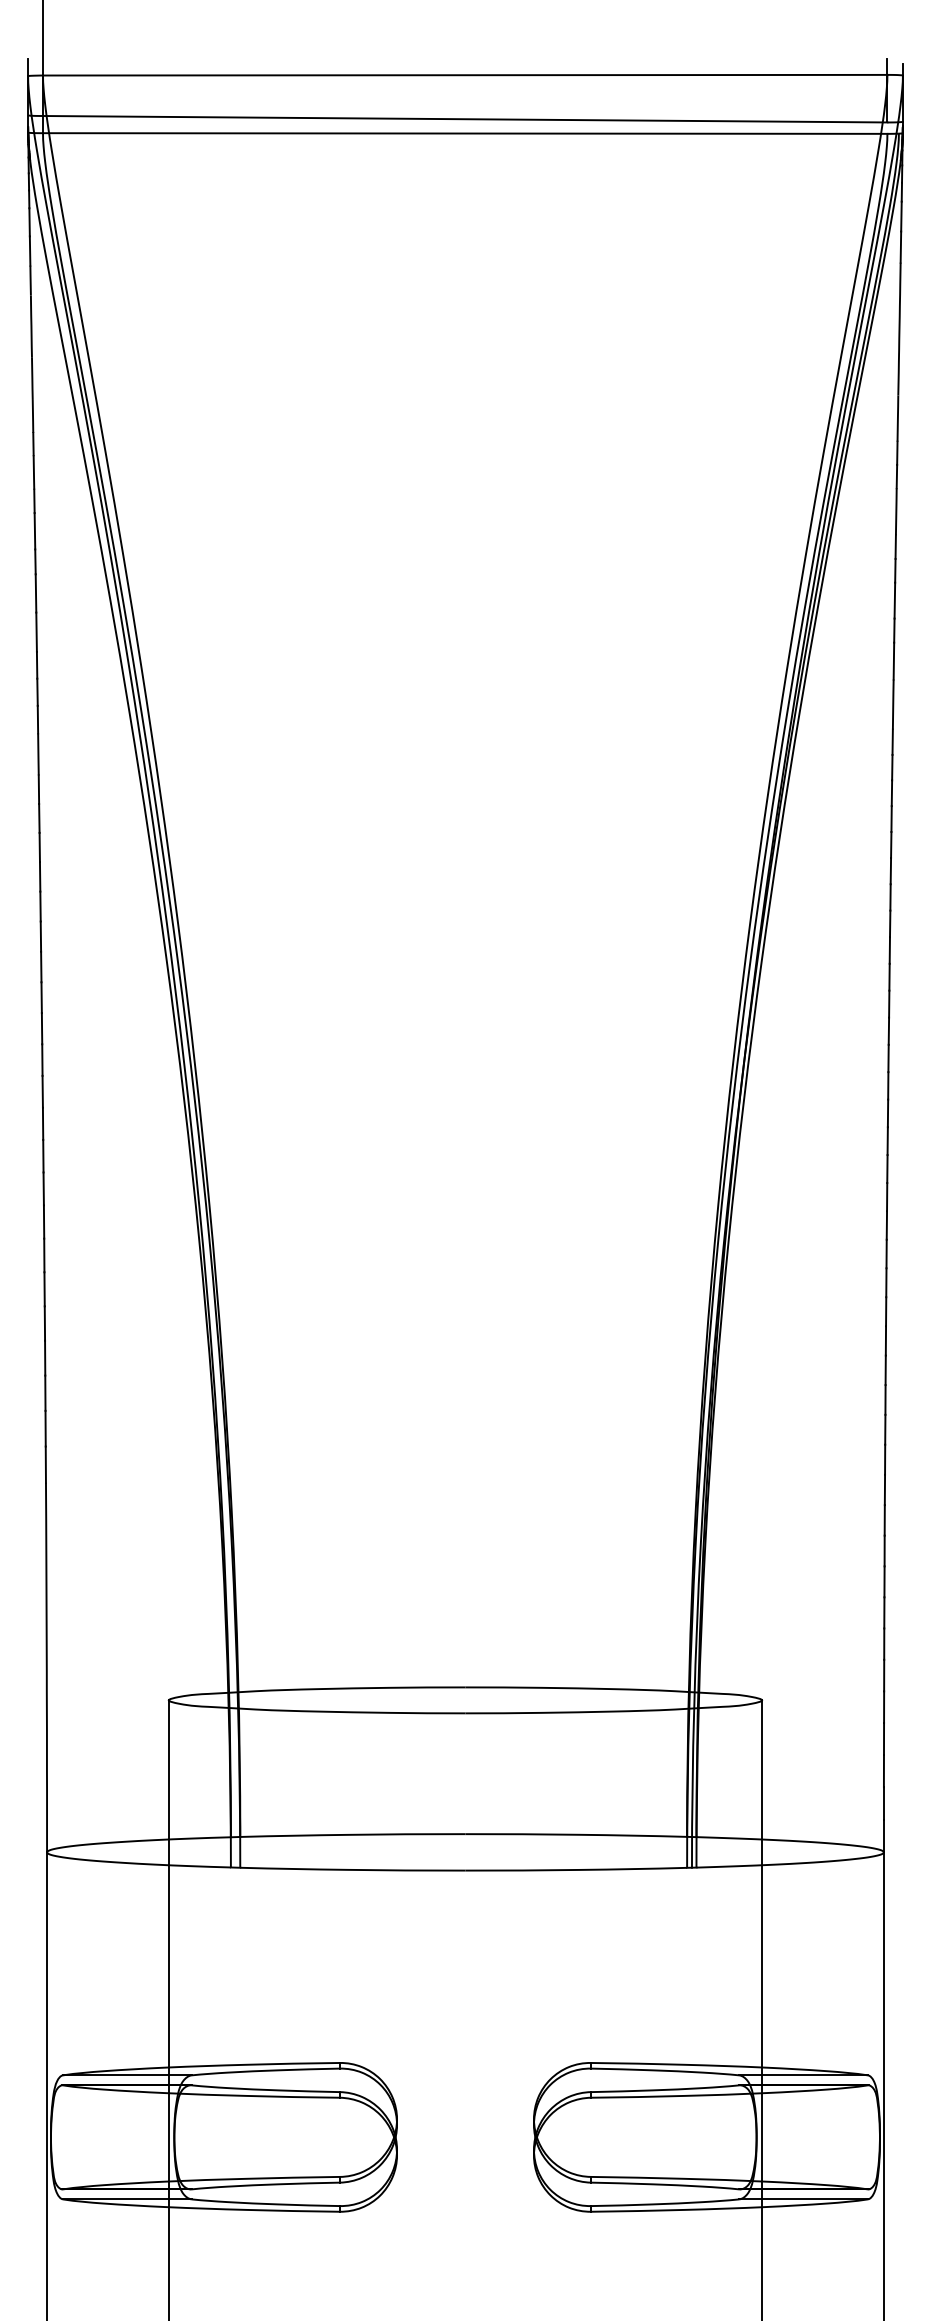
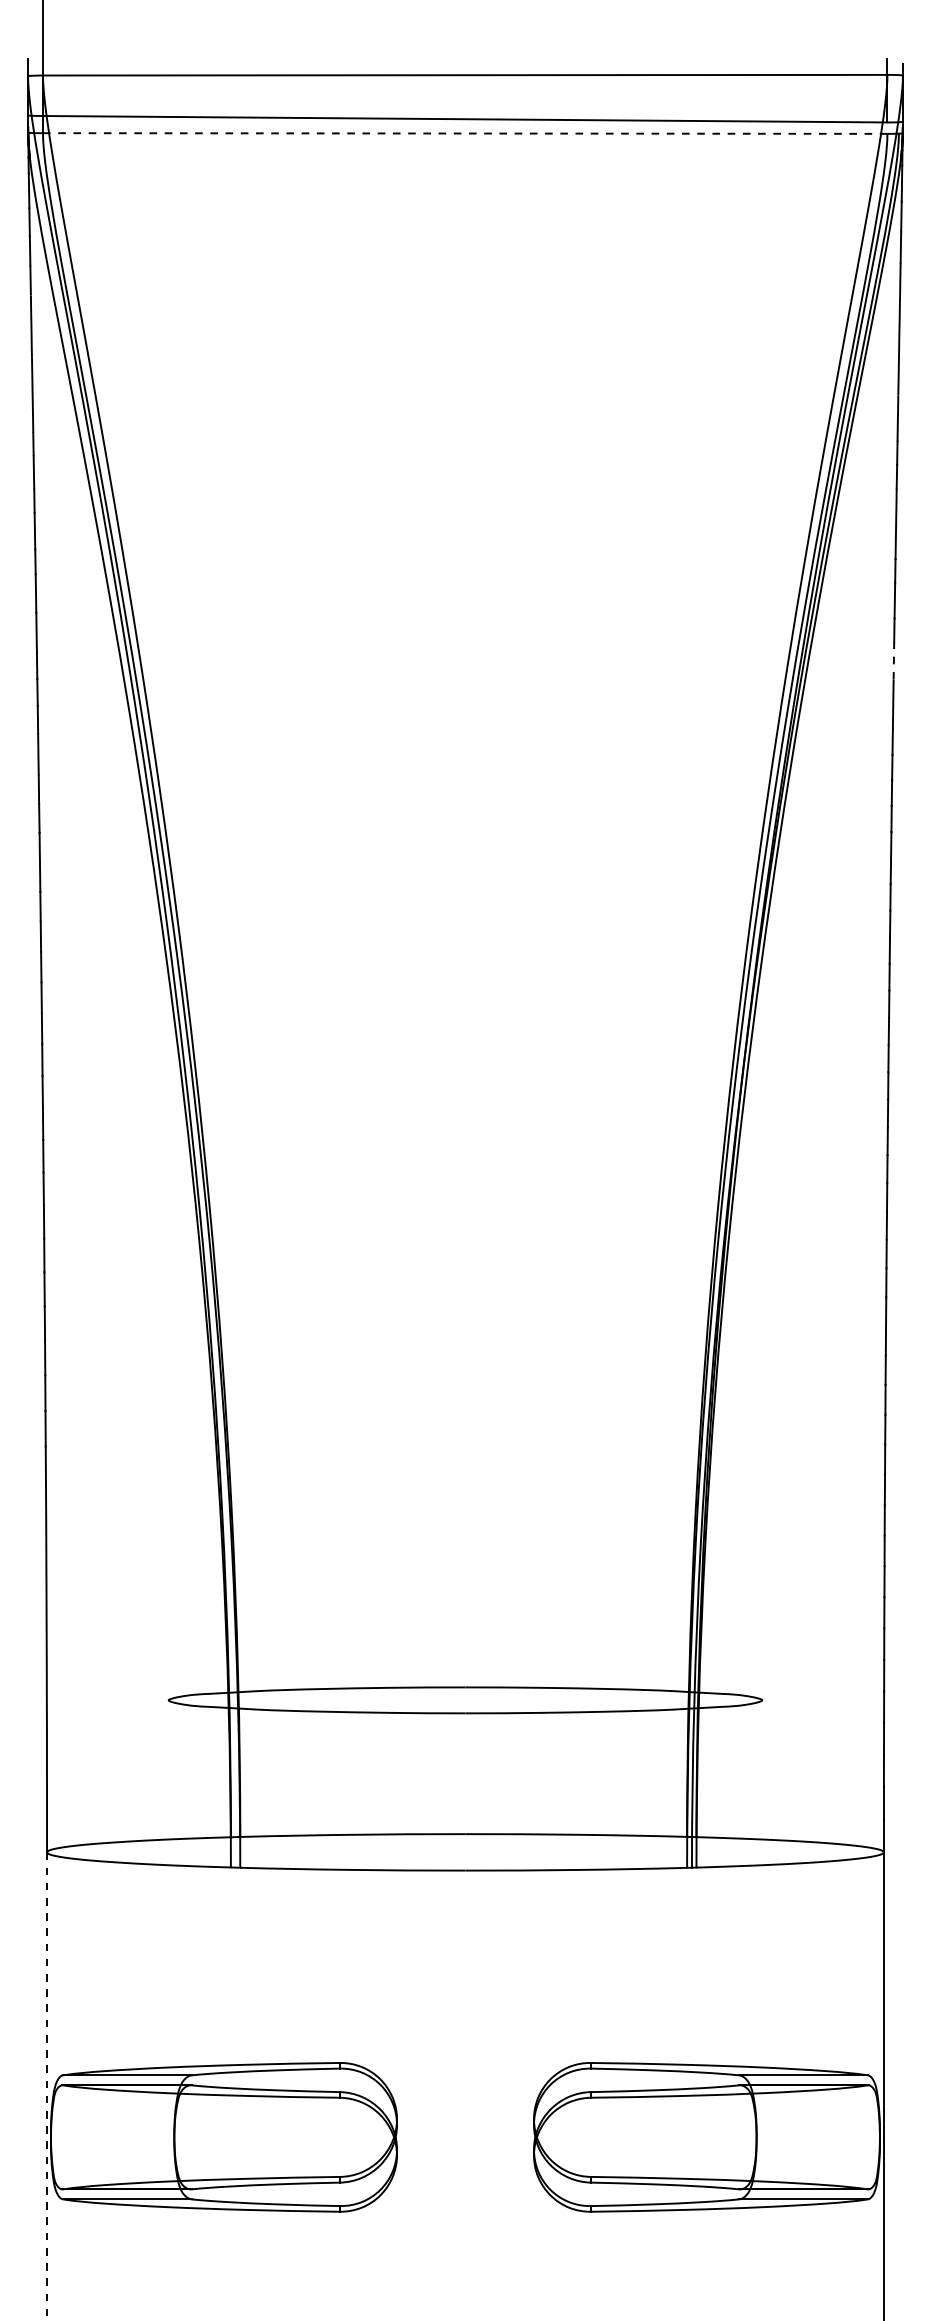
line at (464, 133): solid -> dashed
line at (893, 660): solid -> dashed
line at (168, 2008): present -> none
line at (762, 2008): present -> none
line at (47, 2087): solid -> dashed
